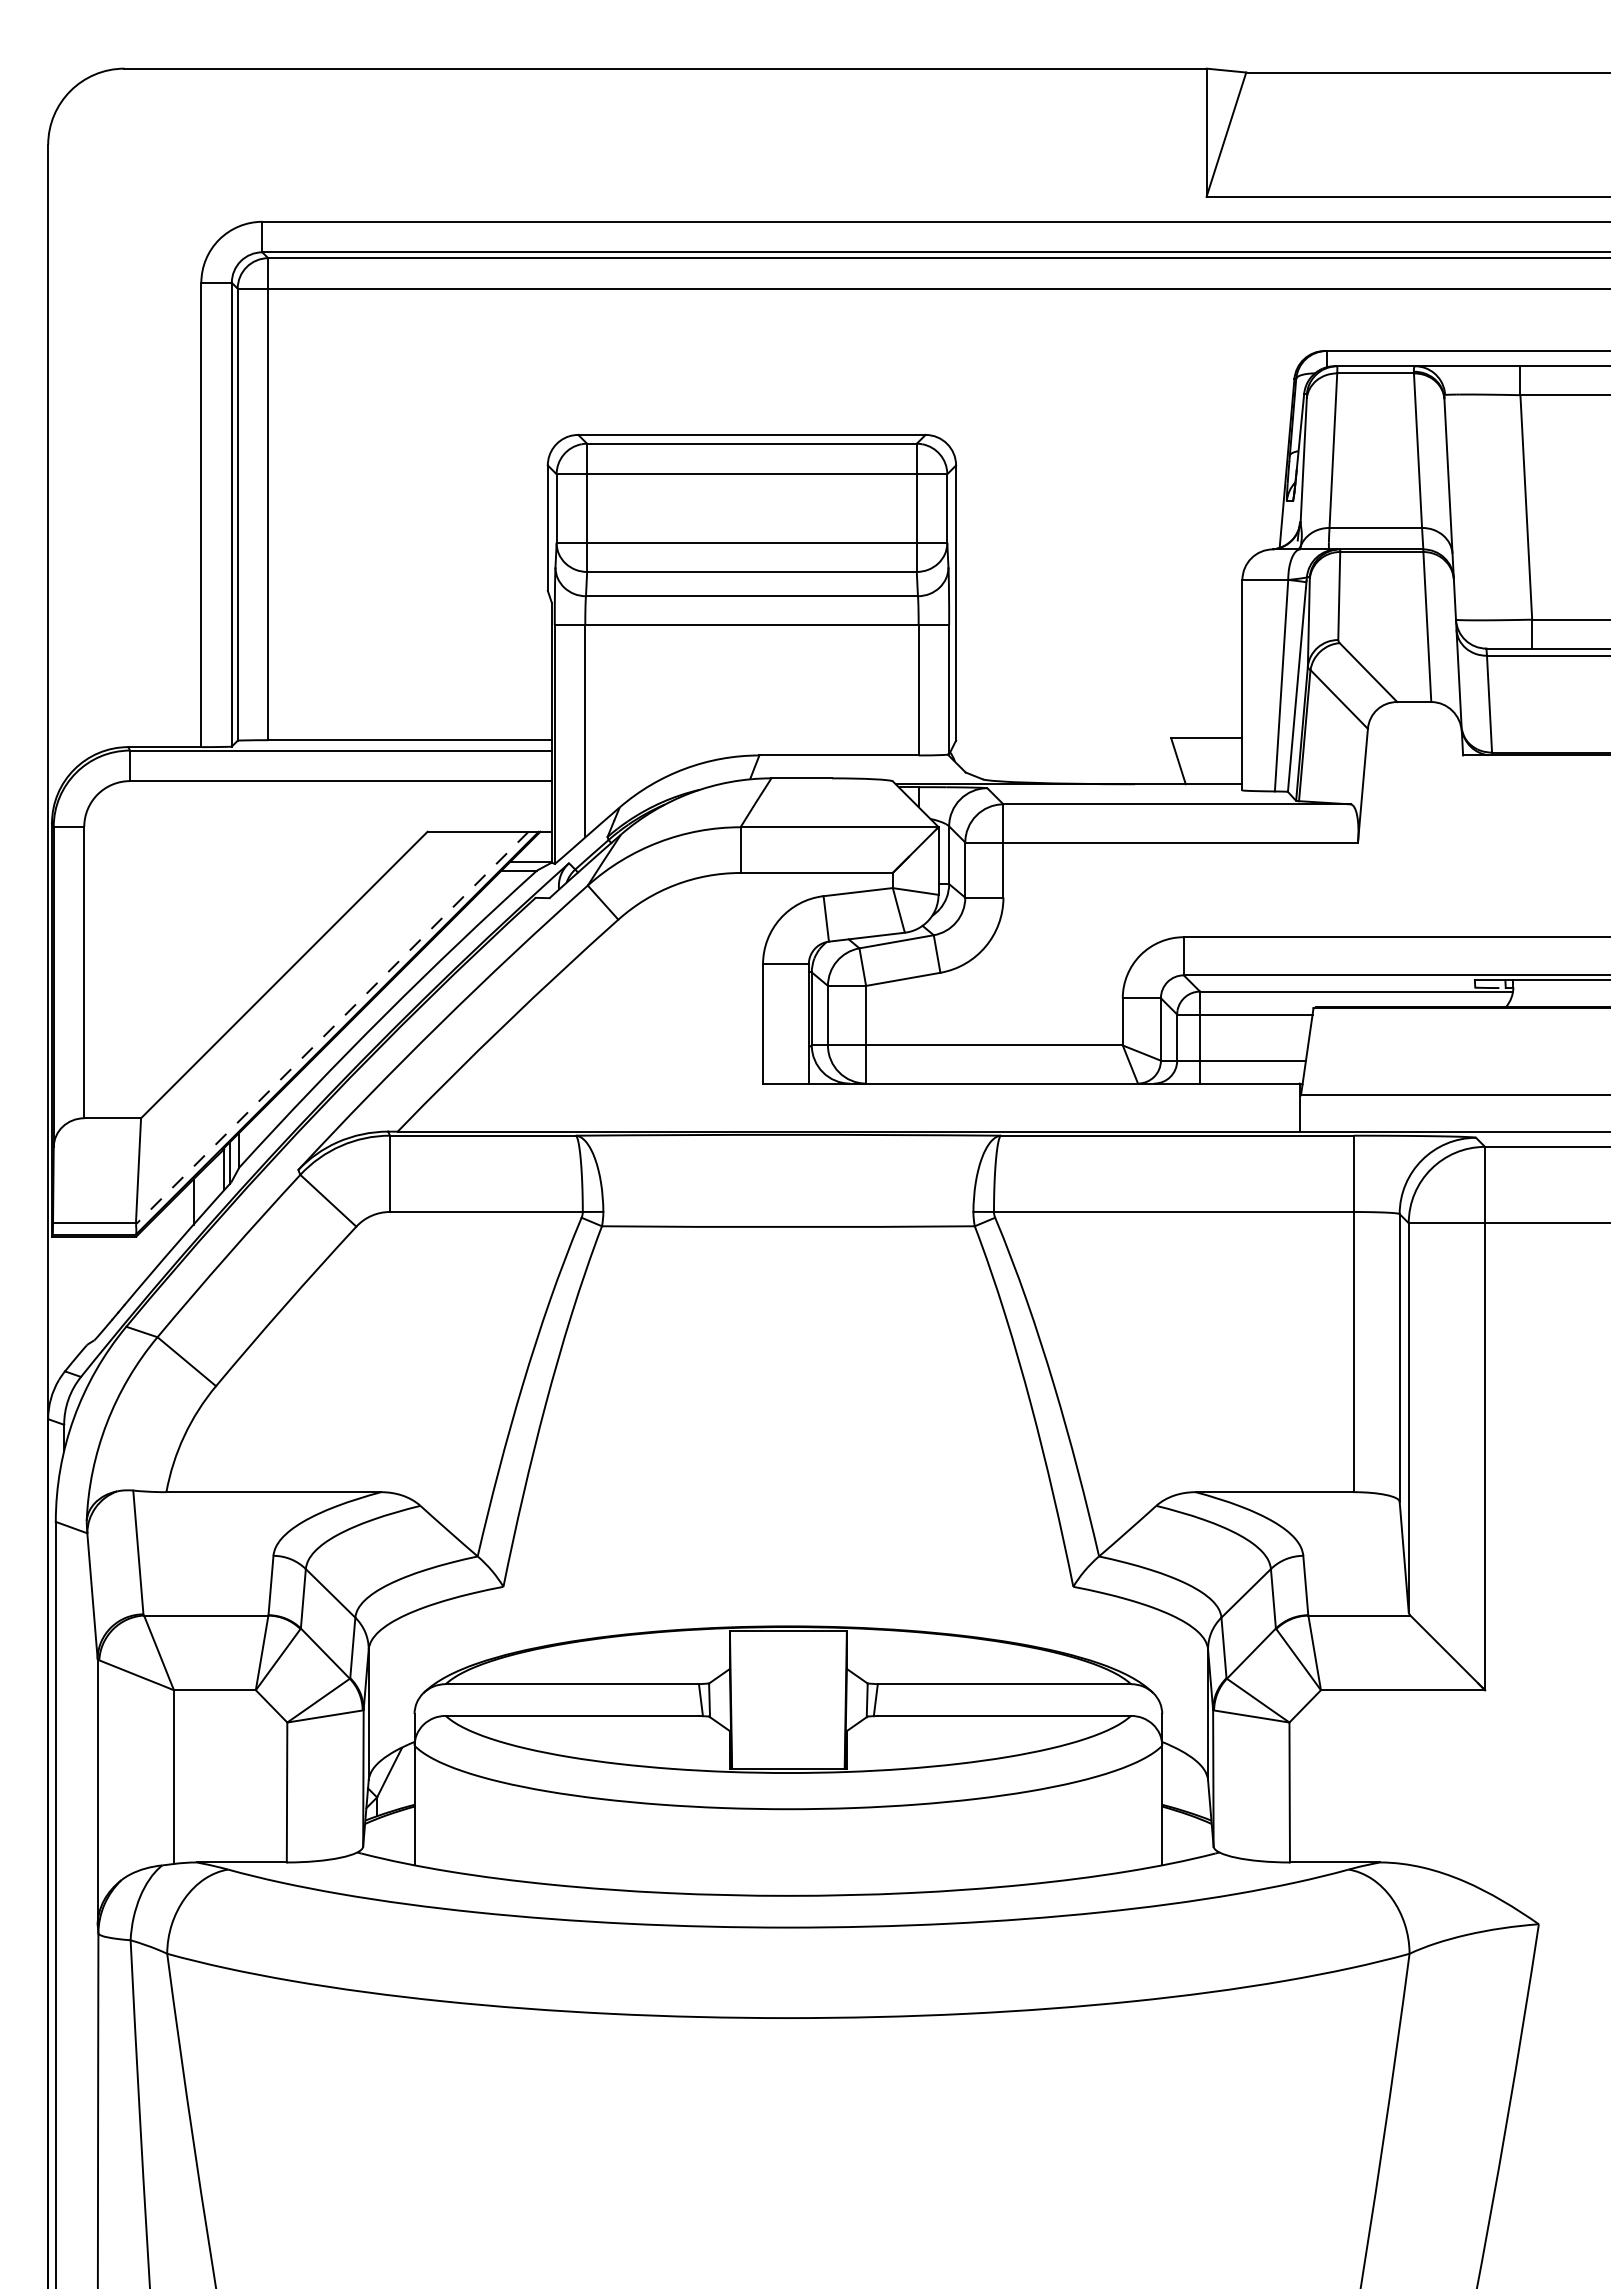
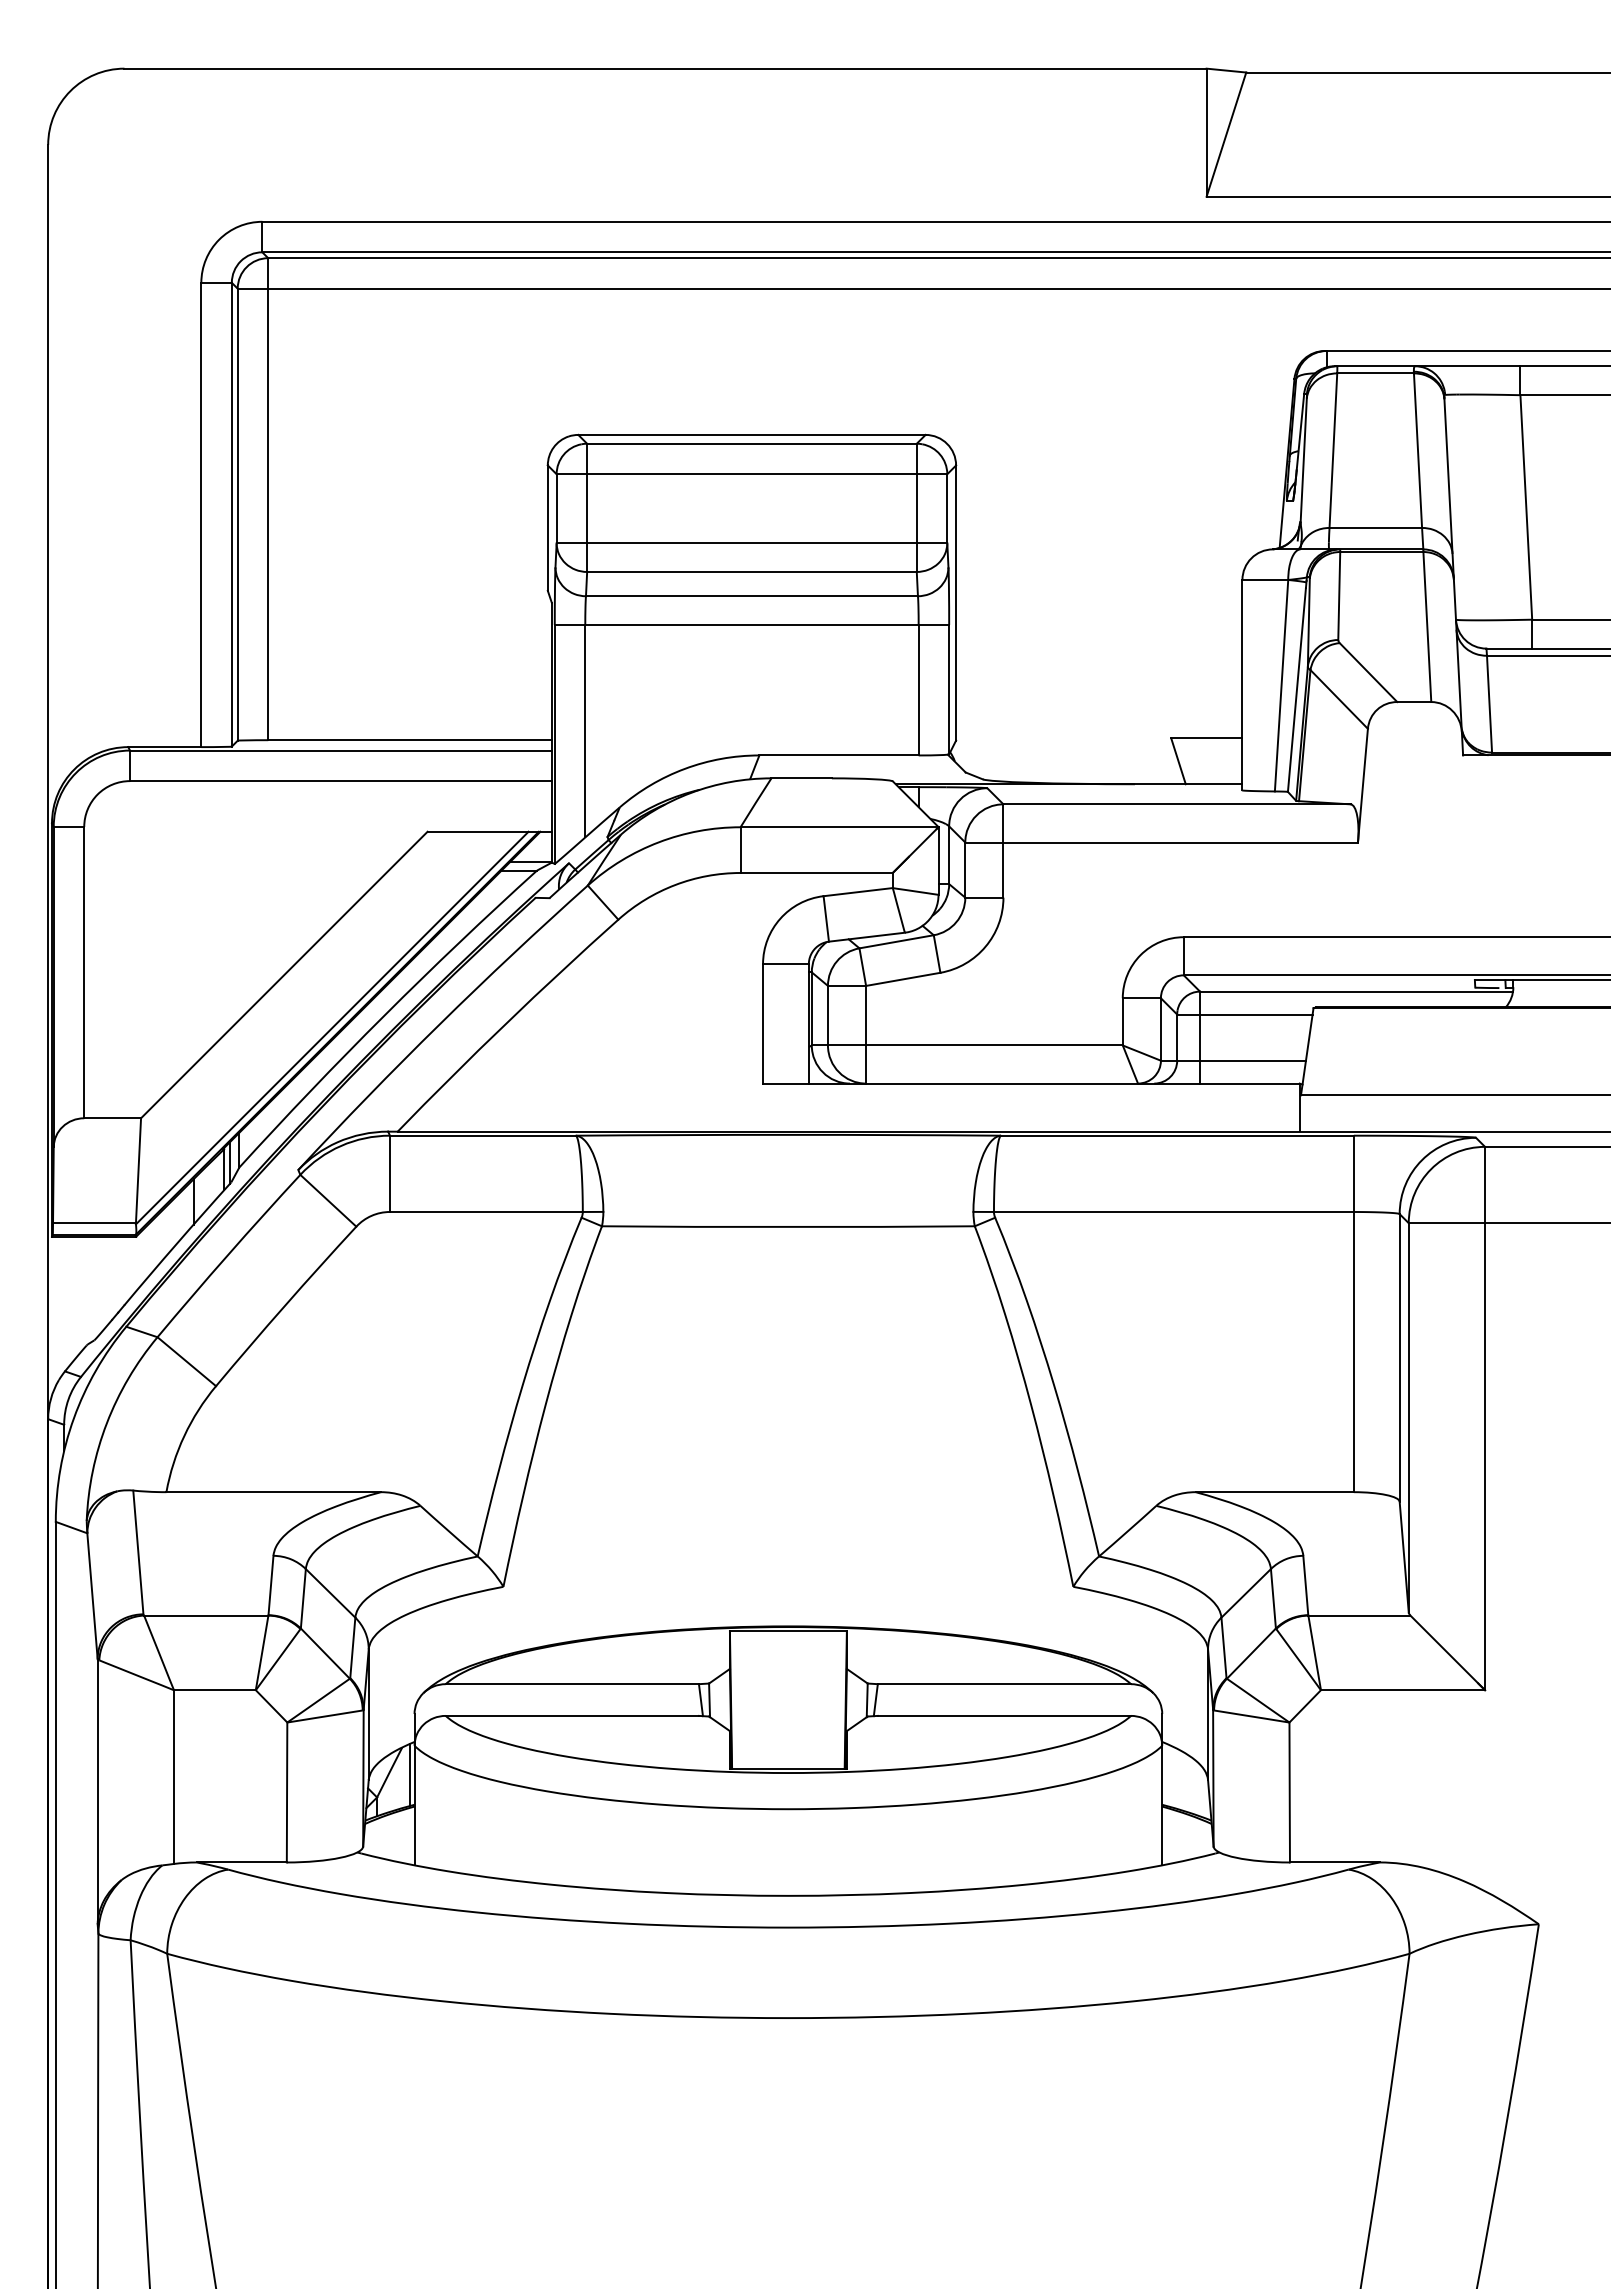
line at (332, 1028): dashed -> solid
line at (409, 1775): none -> present
